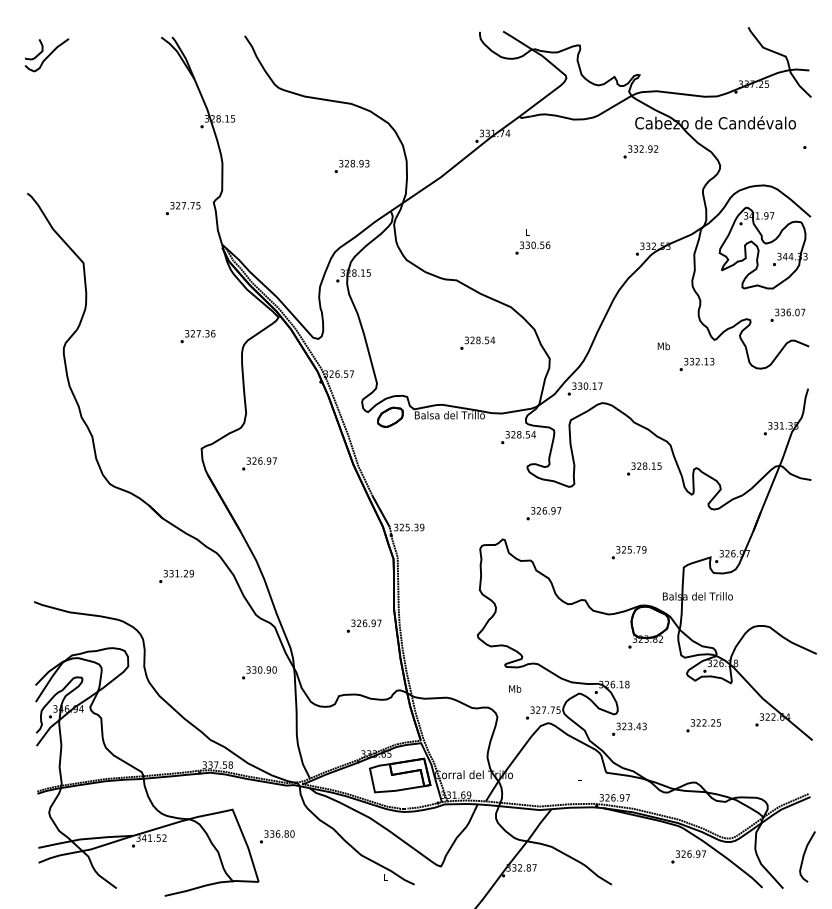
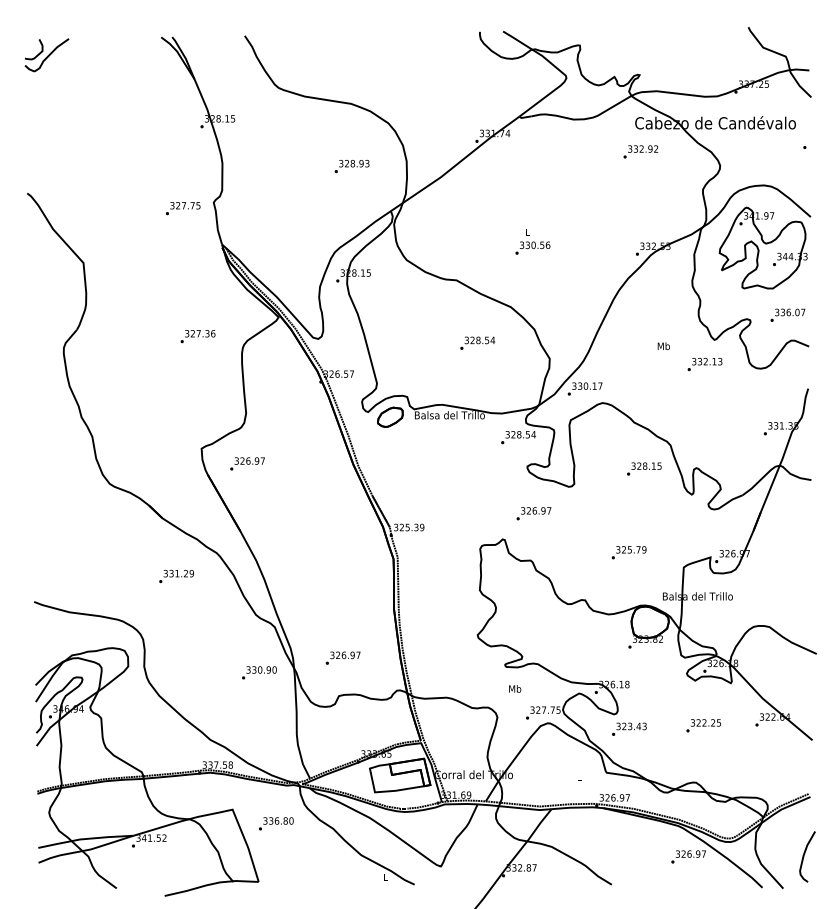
text at (696, 364) position: (696, 364) -> (704, 364)
text at (259, 463) position: (259, 463) -> (247, 463)
text at (543, 513) position: (543, 513) -> (533, 513)
text at (363, 625) position: (363, 625) -> (342, 657)
text at (277, 836) position: (277, 836) -> (276, 823)
